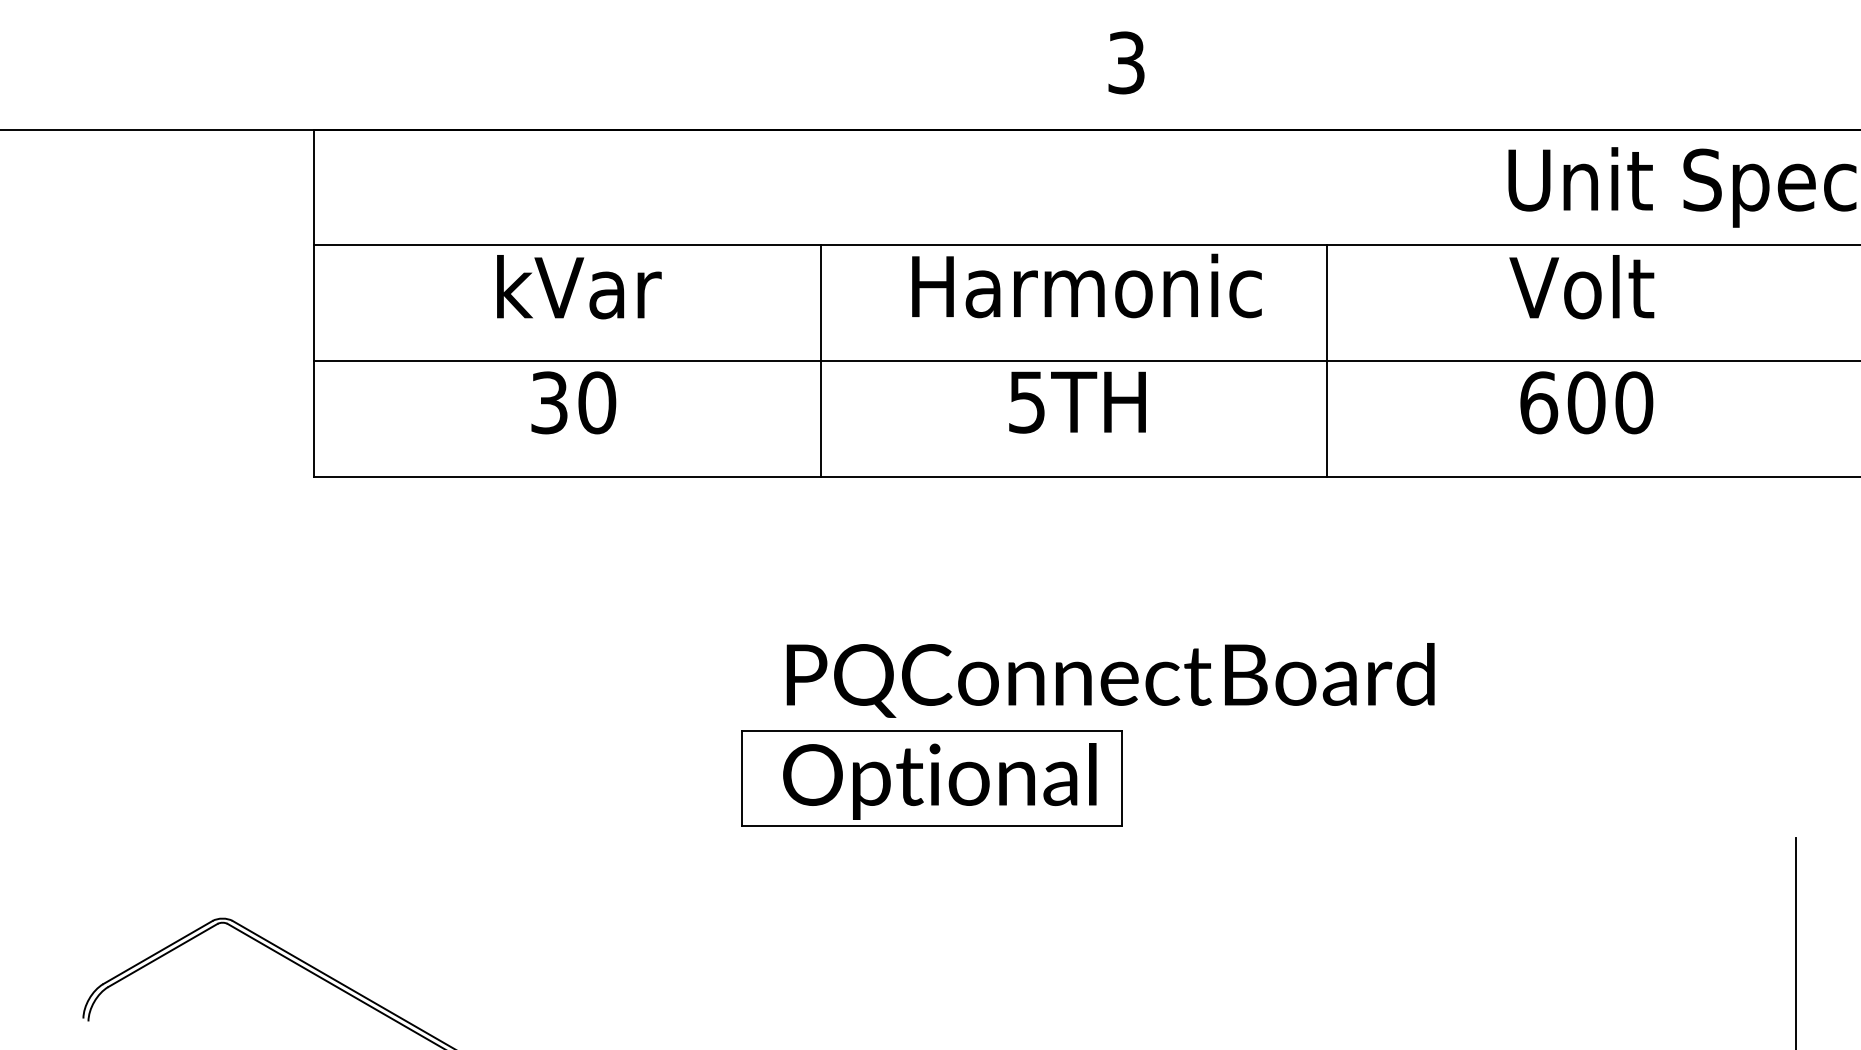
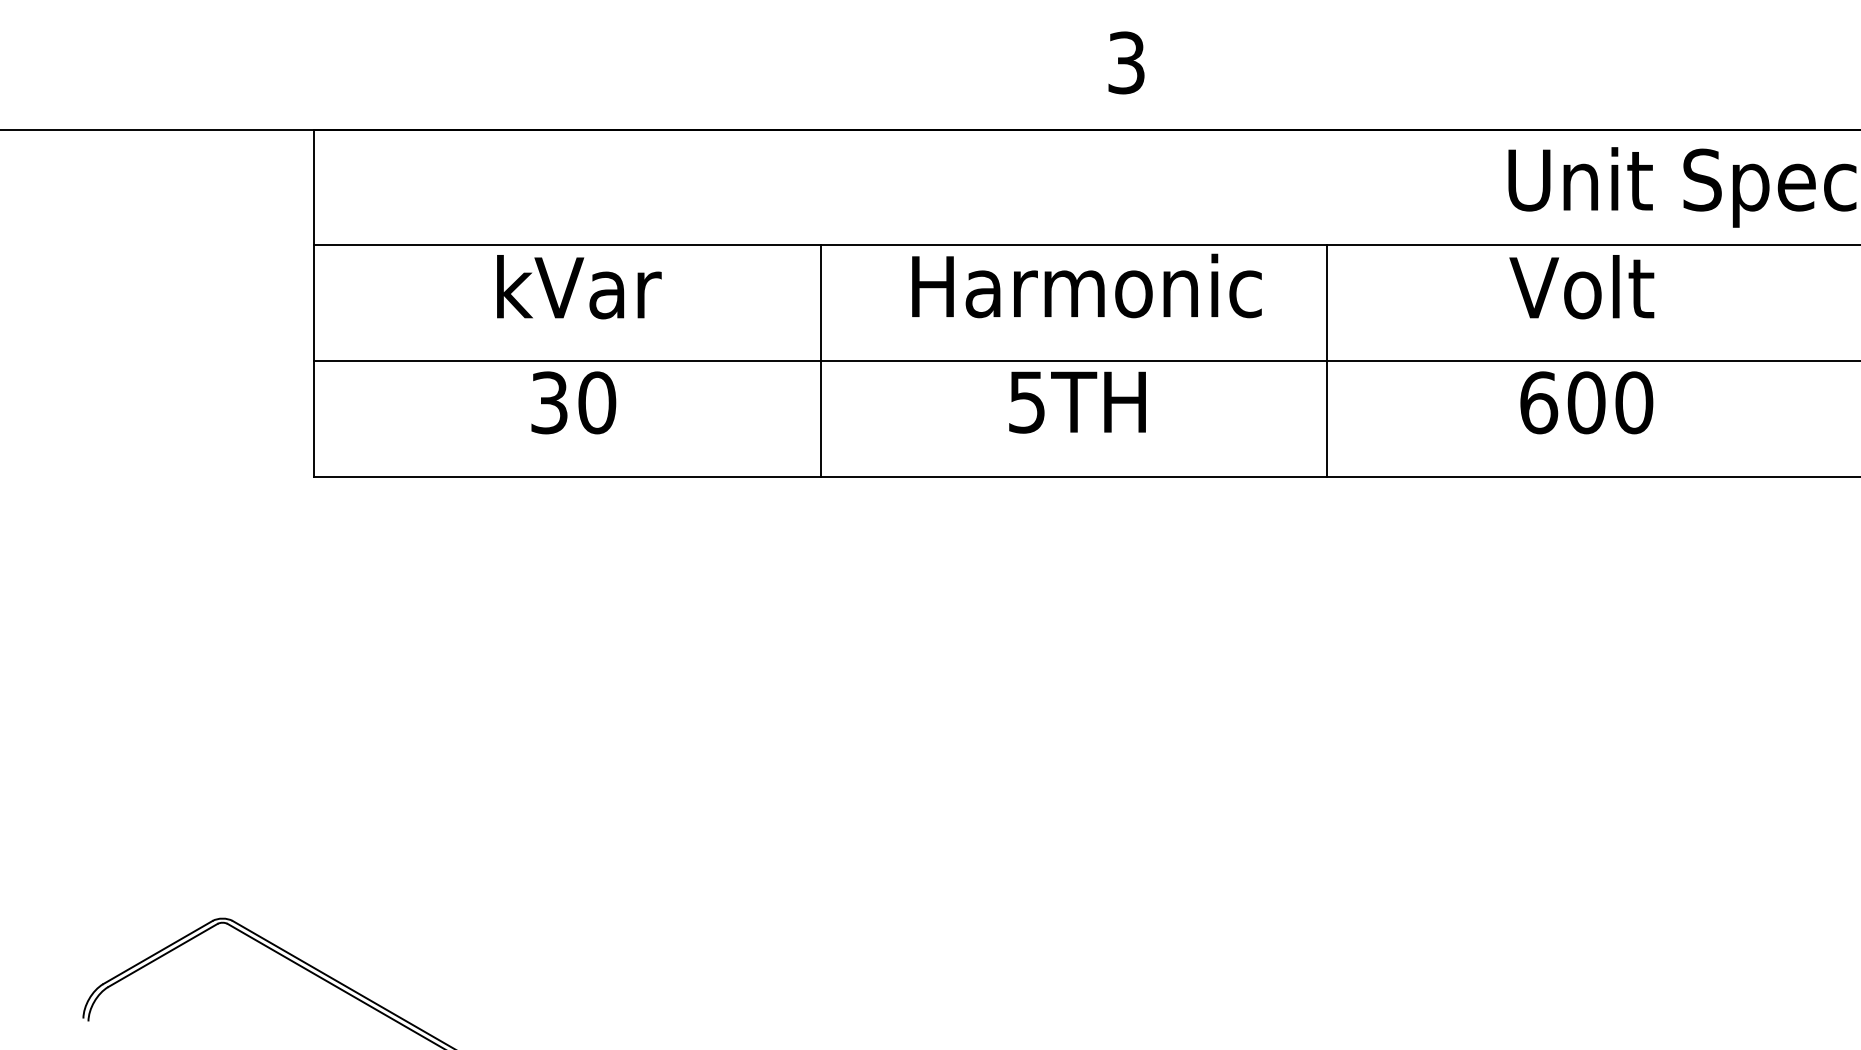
part at (1087, 734): present -> none
line at (1795, 942): present -> none
